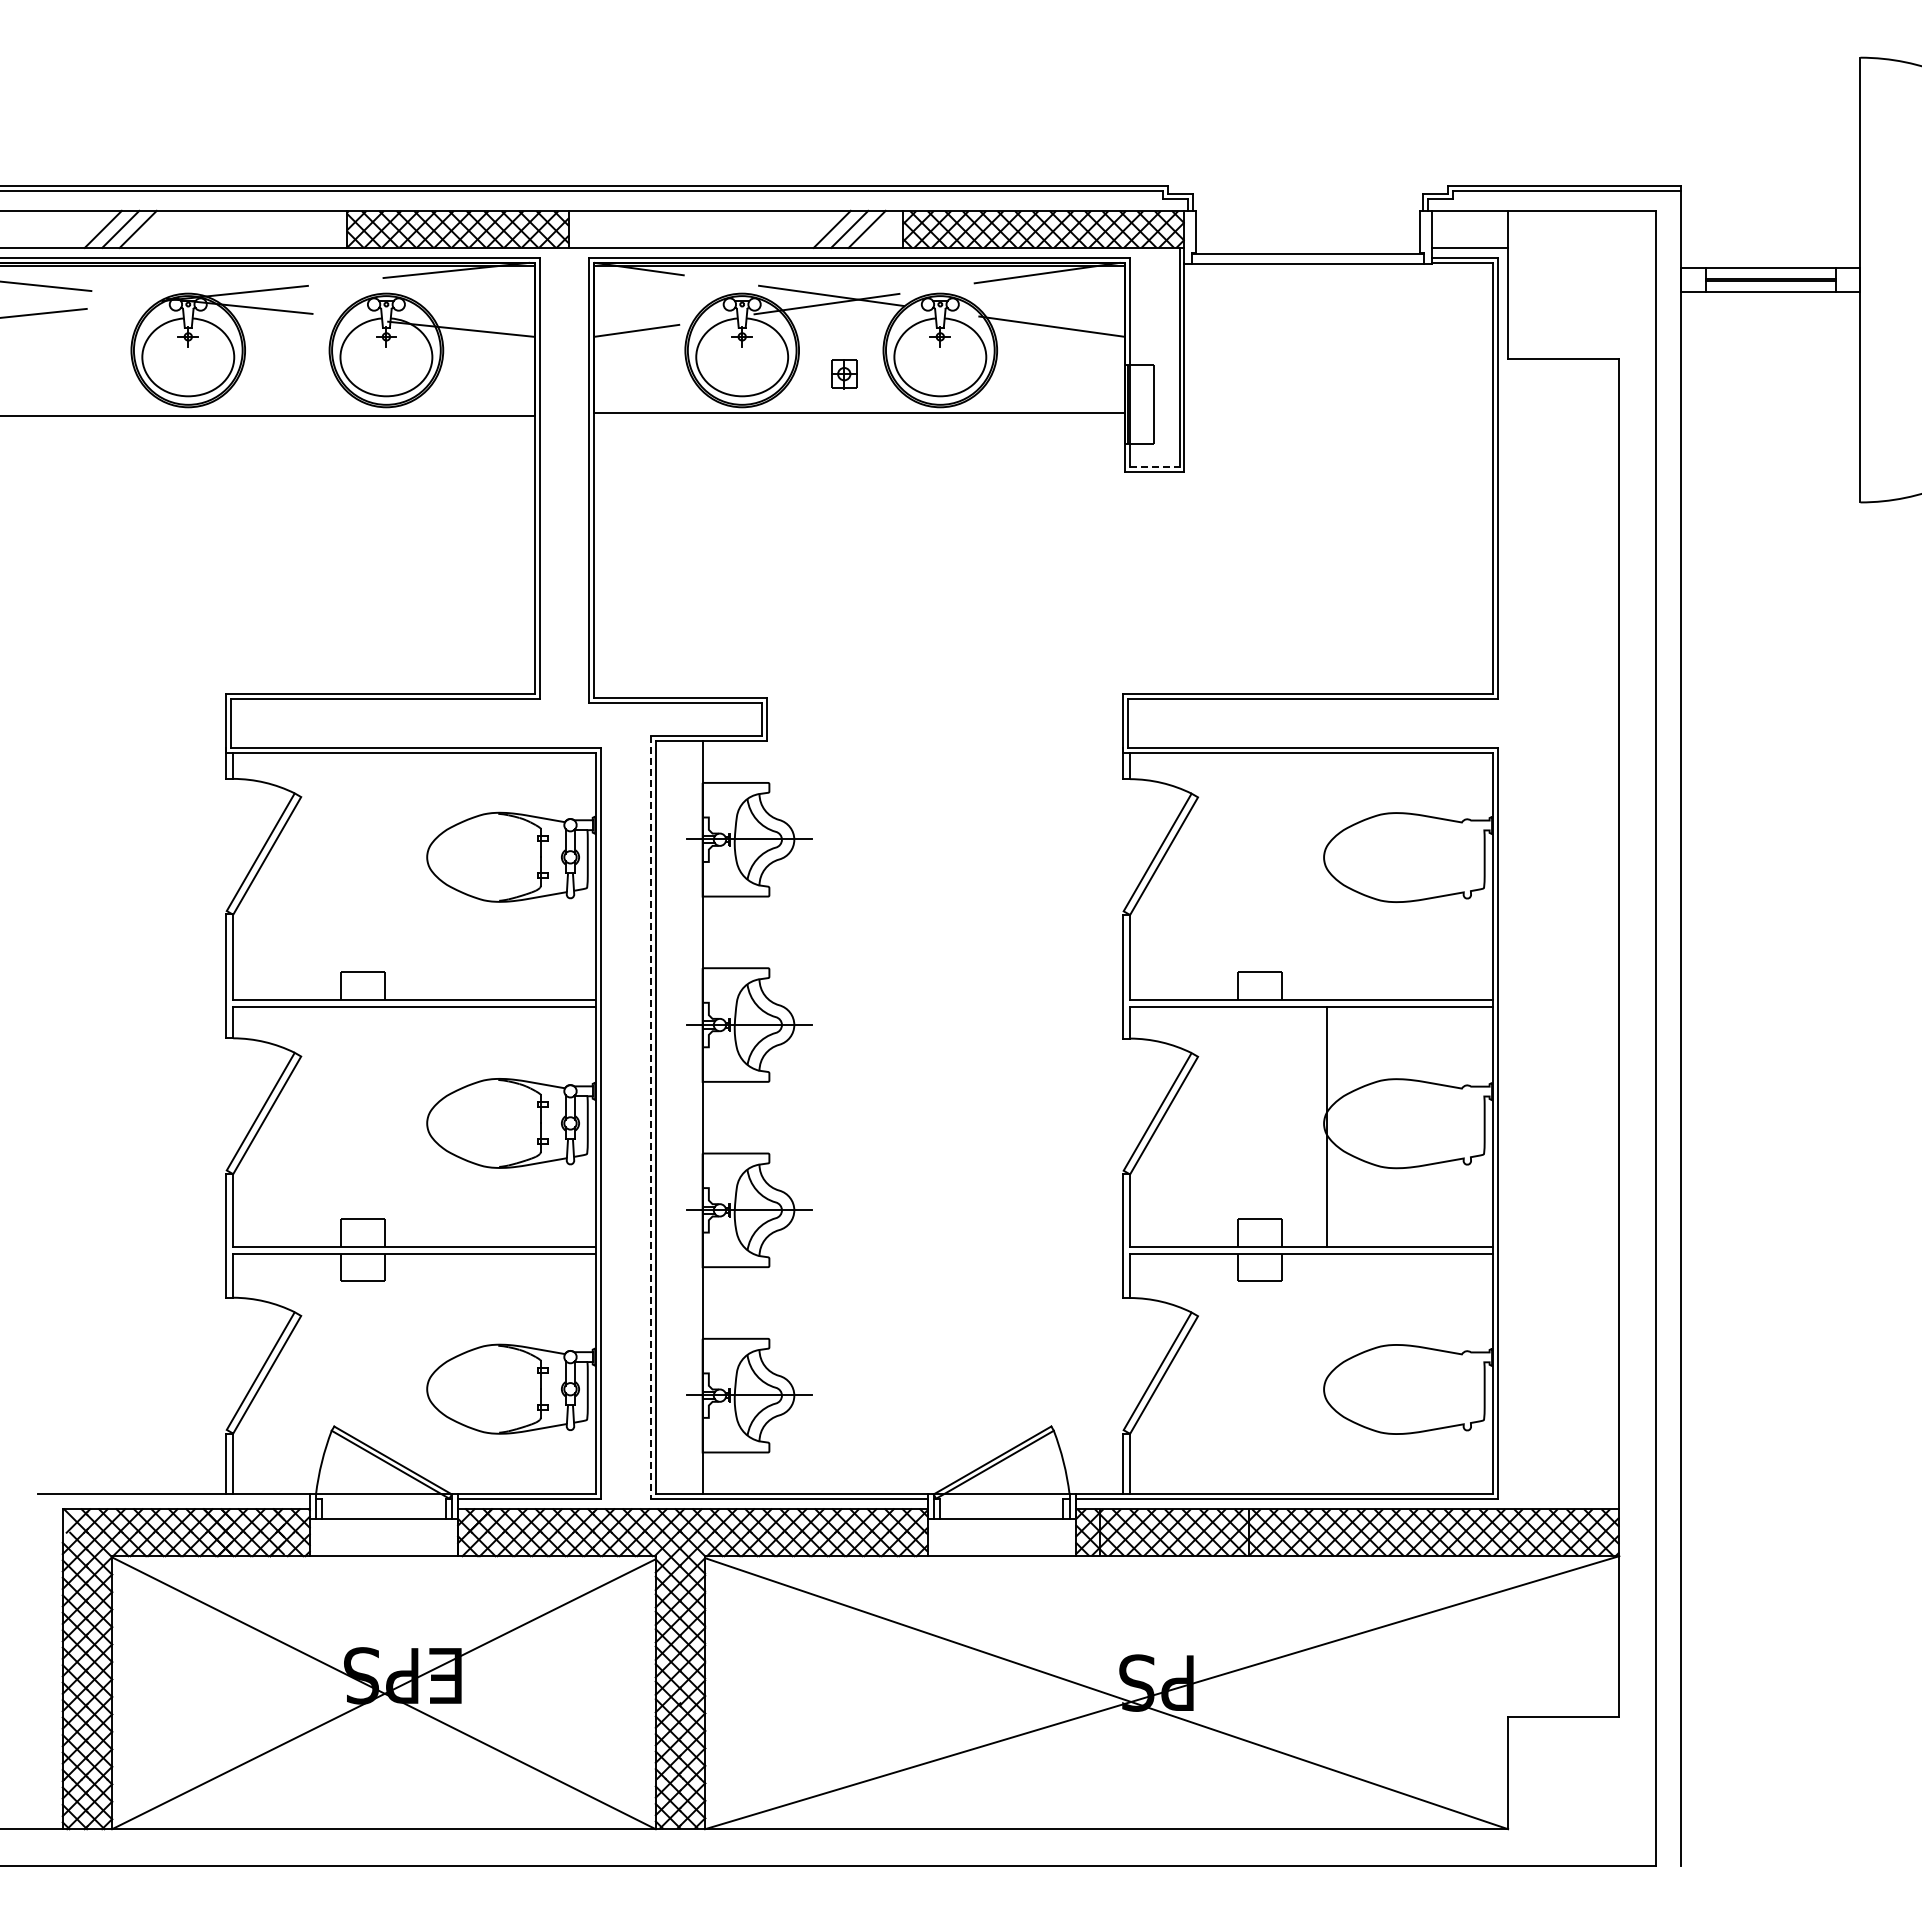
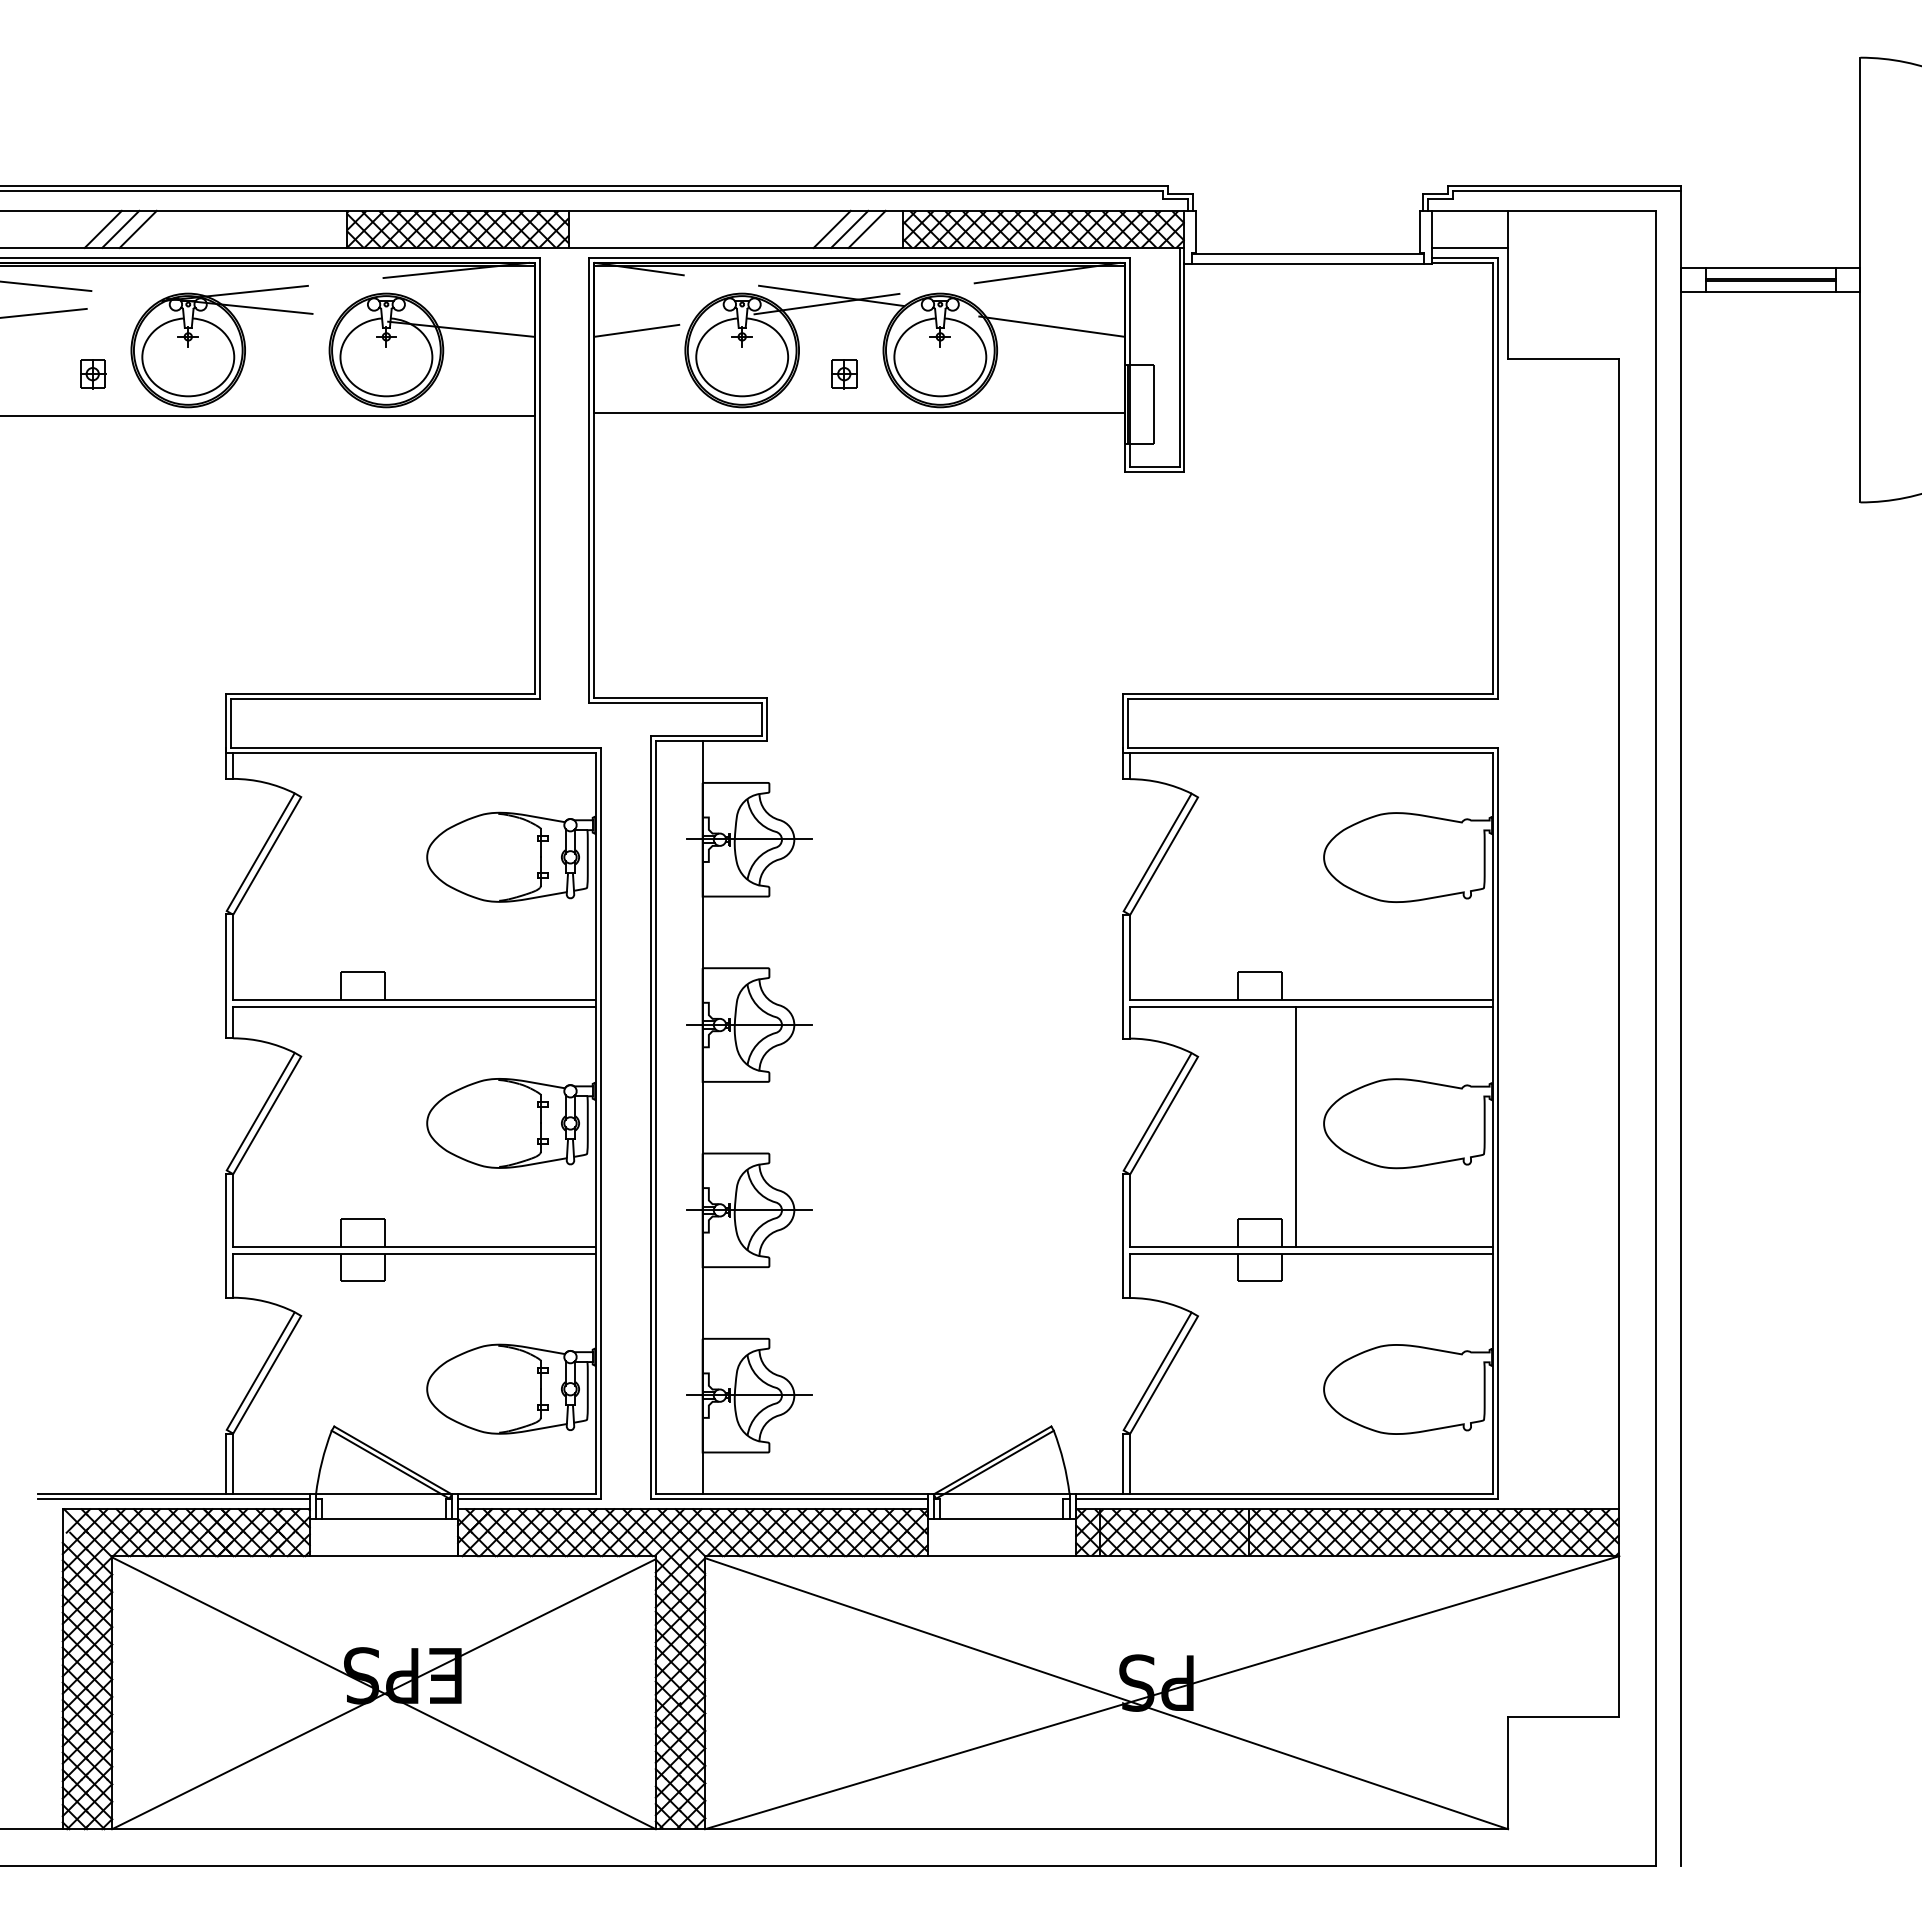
part at (93, 374): none -> present
line at (1154, 466): dashed -> solid
line at (650, 1117): dashed -> solid
line at (1326, 1127) position: (1326, 1127) -> (1295, 1127)
line at (173, 1499): none -> present
